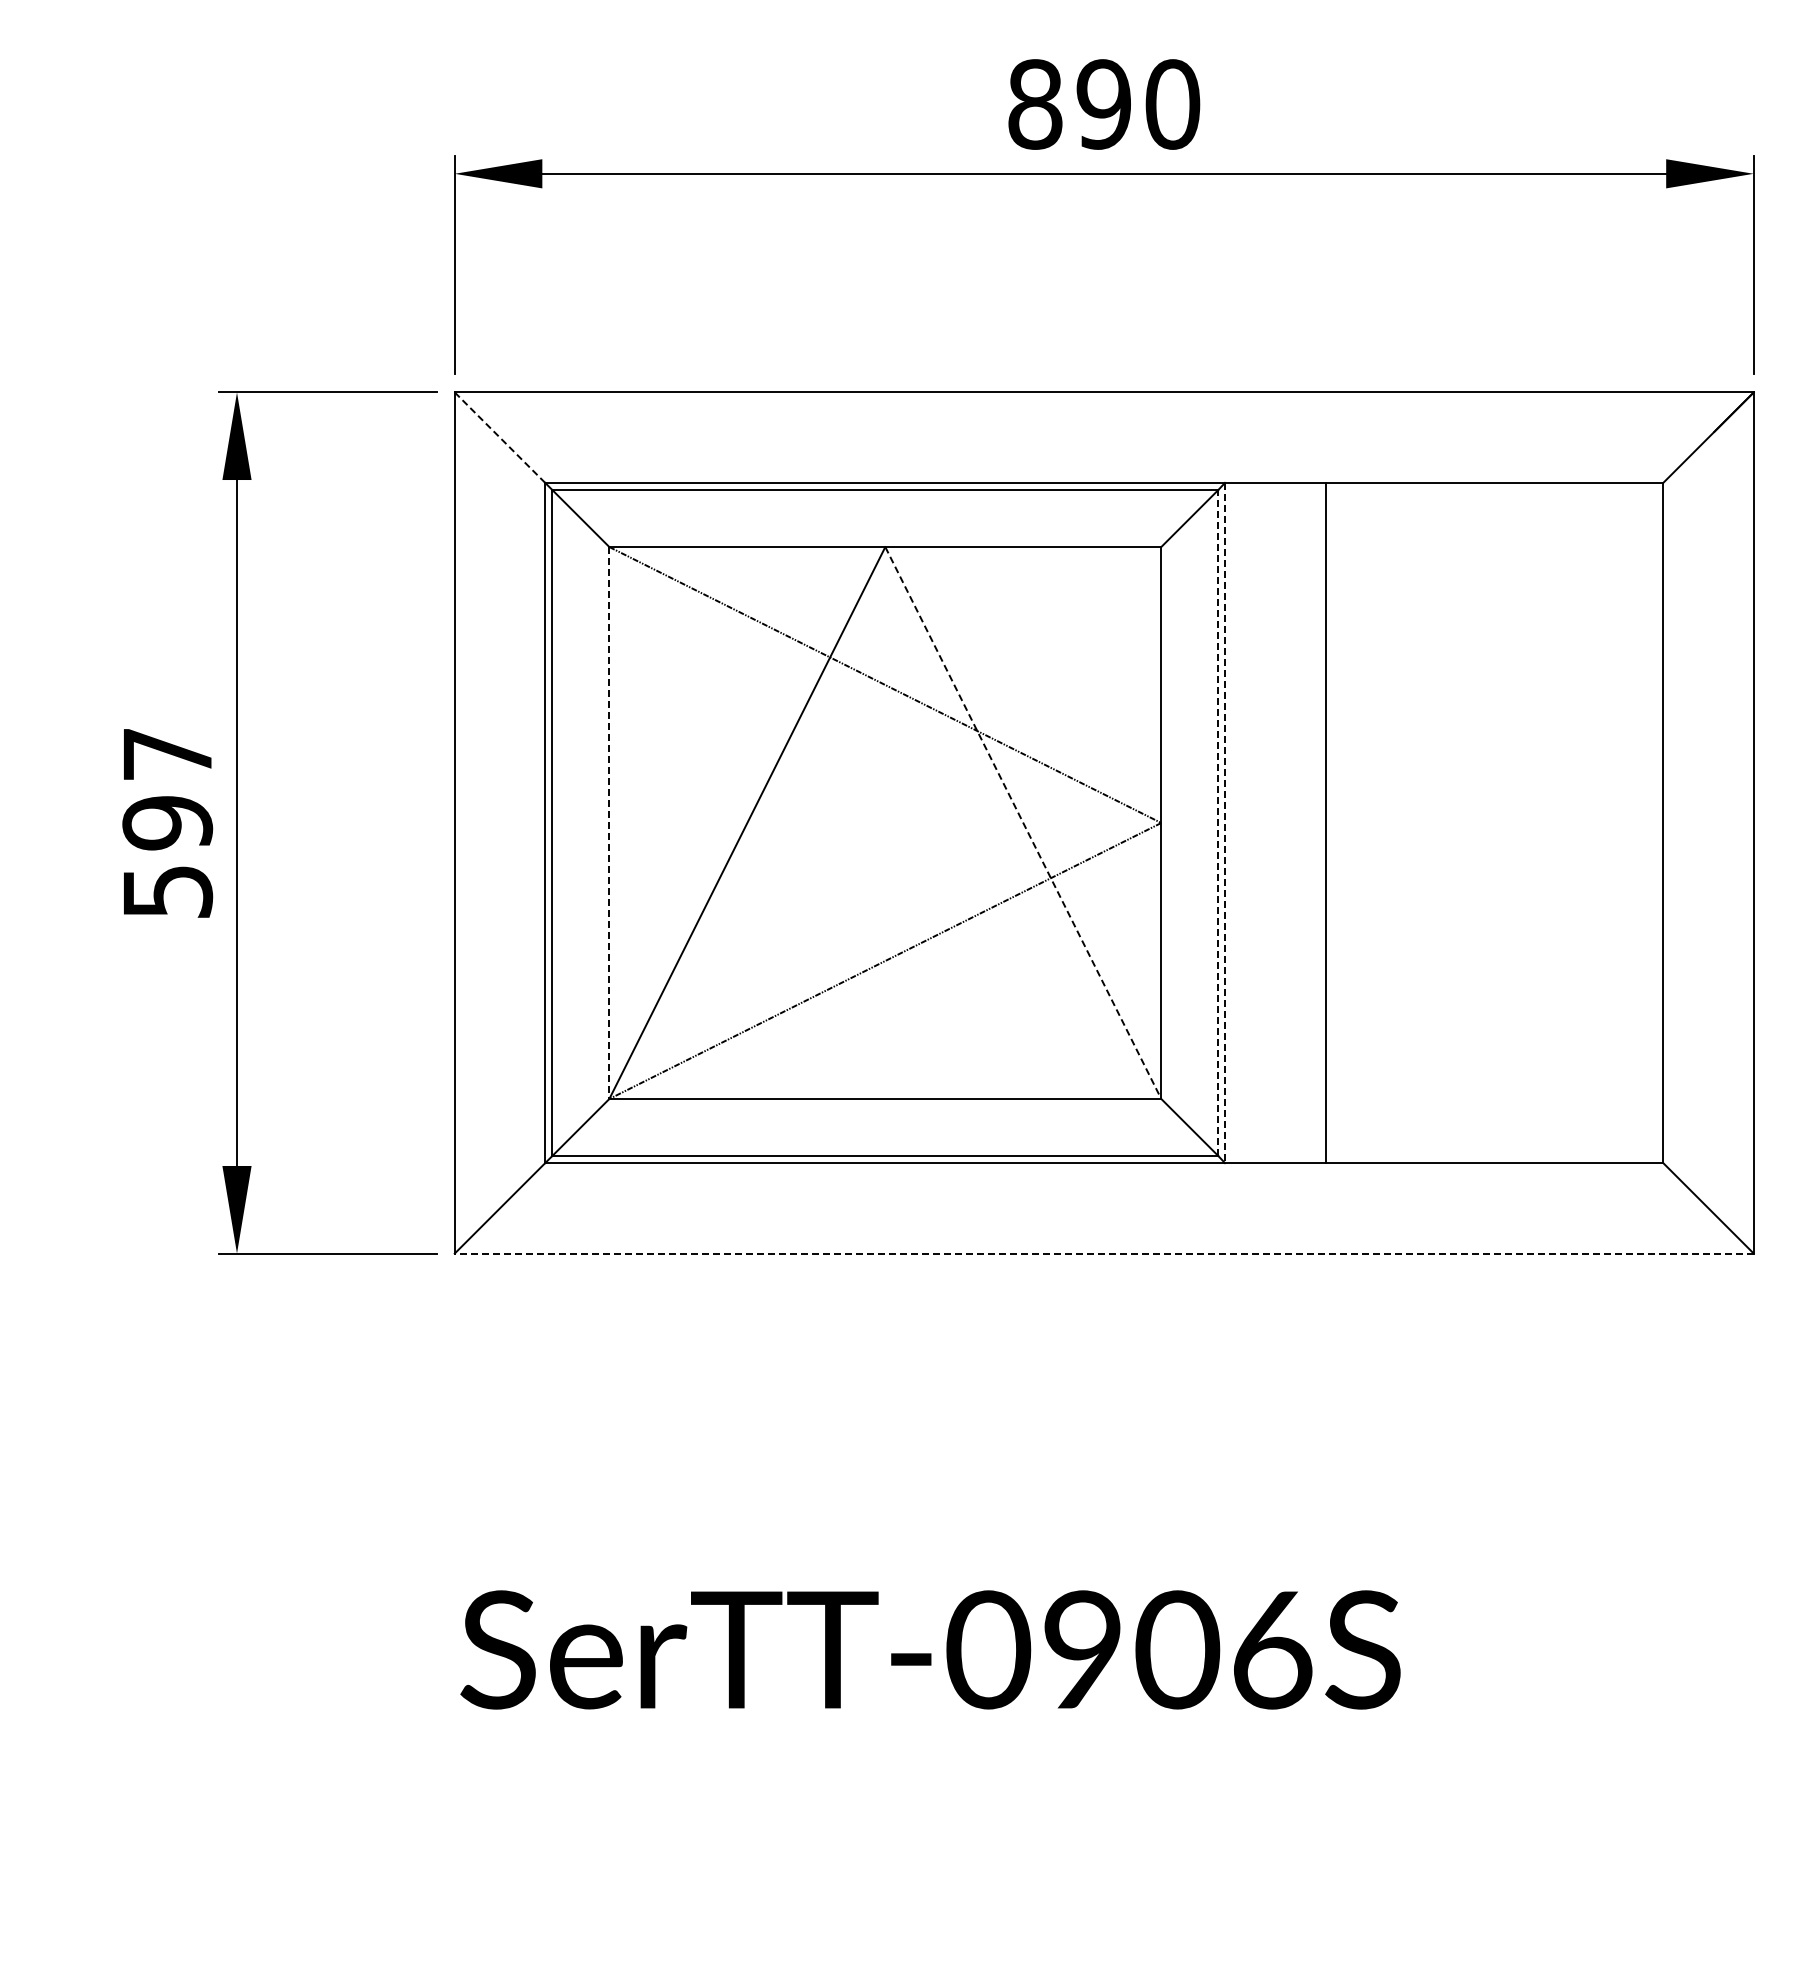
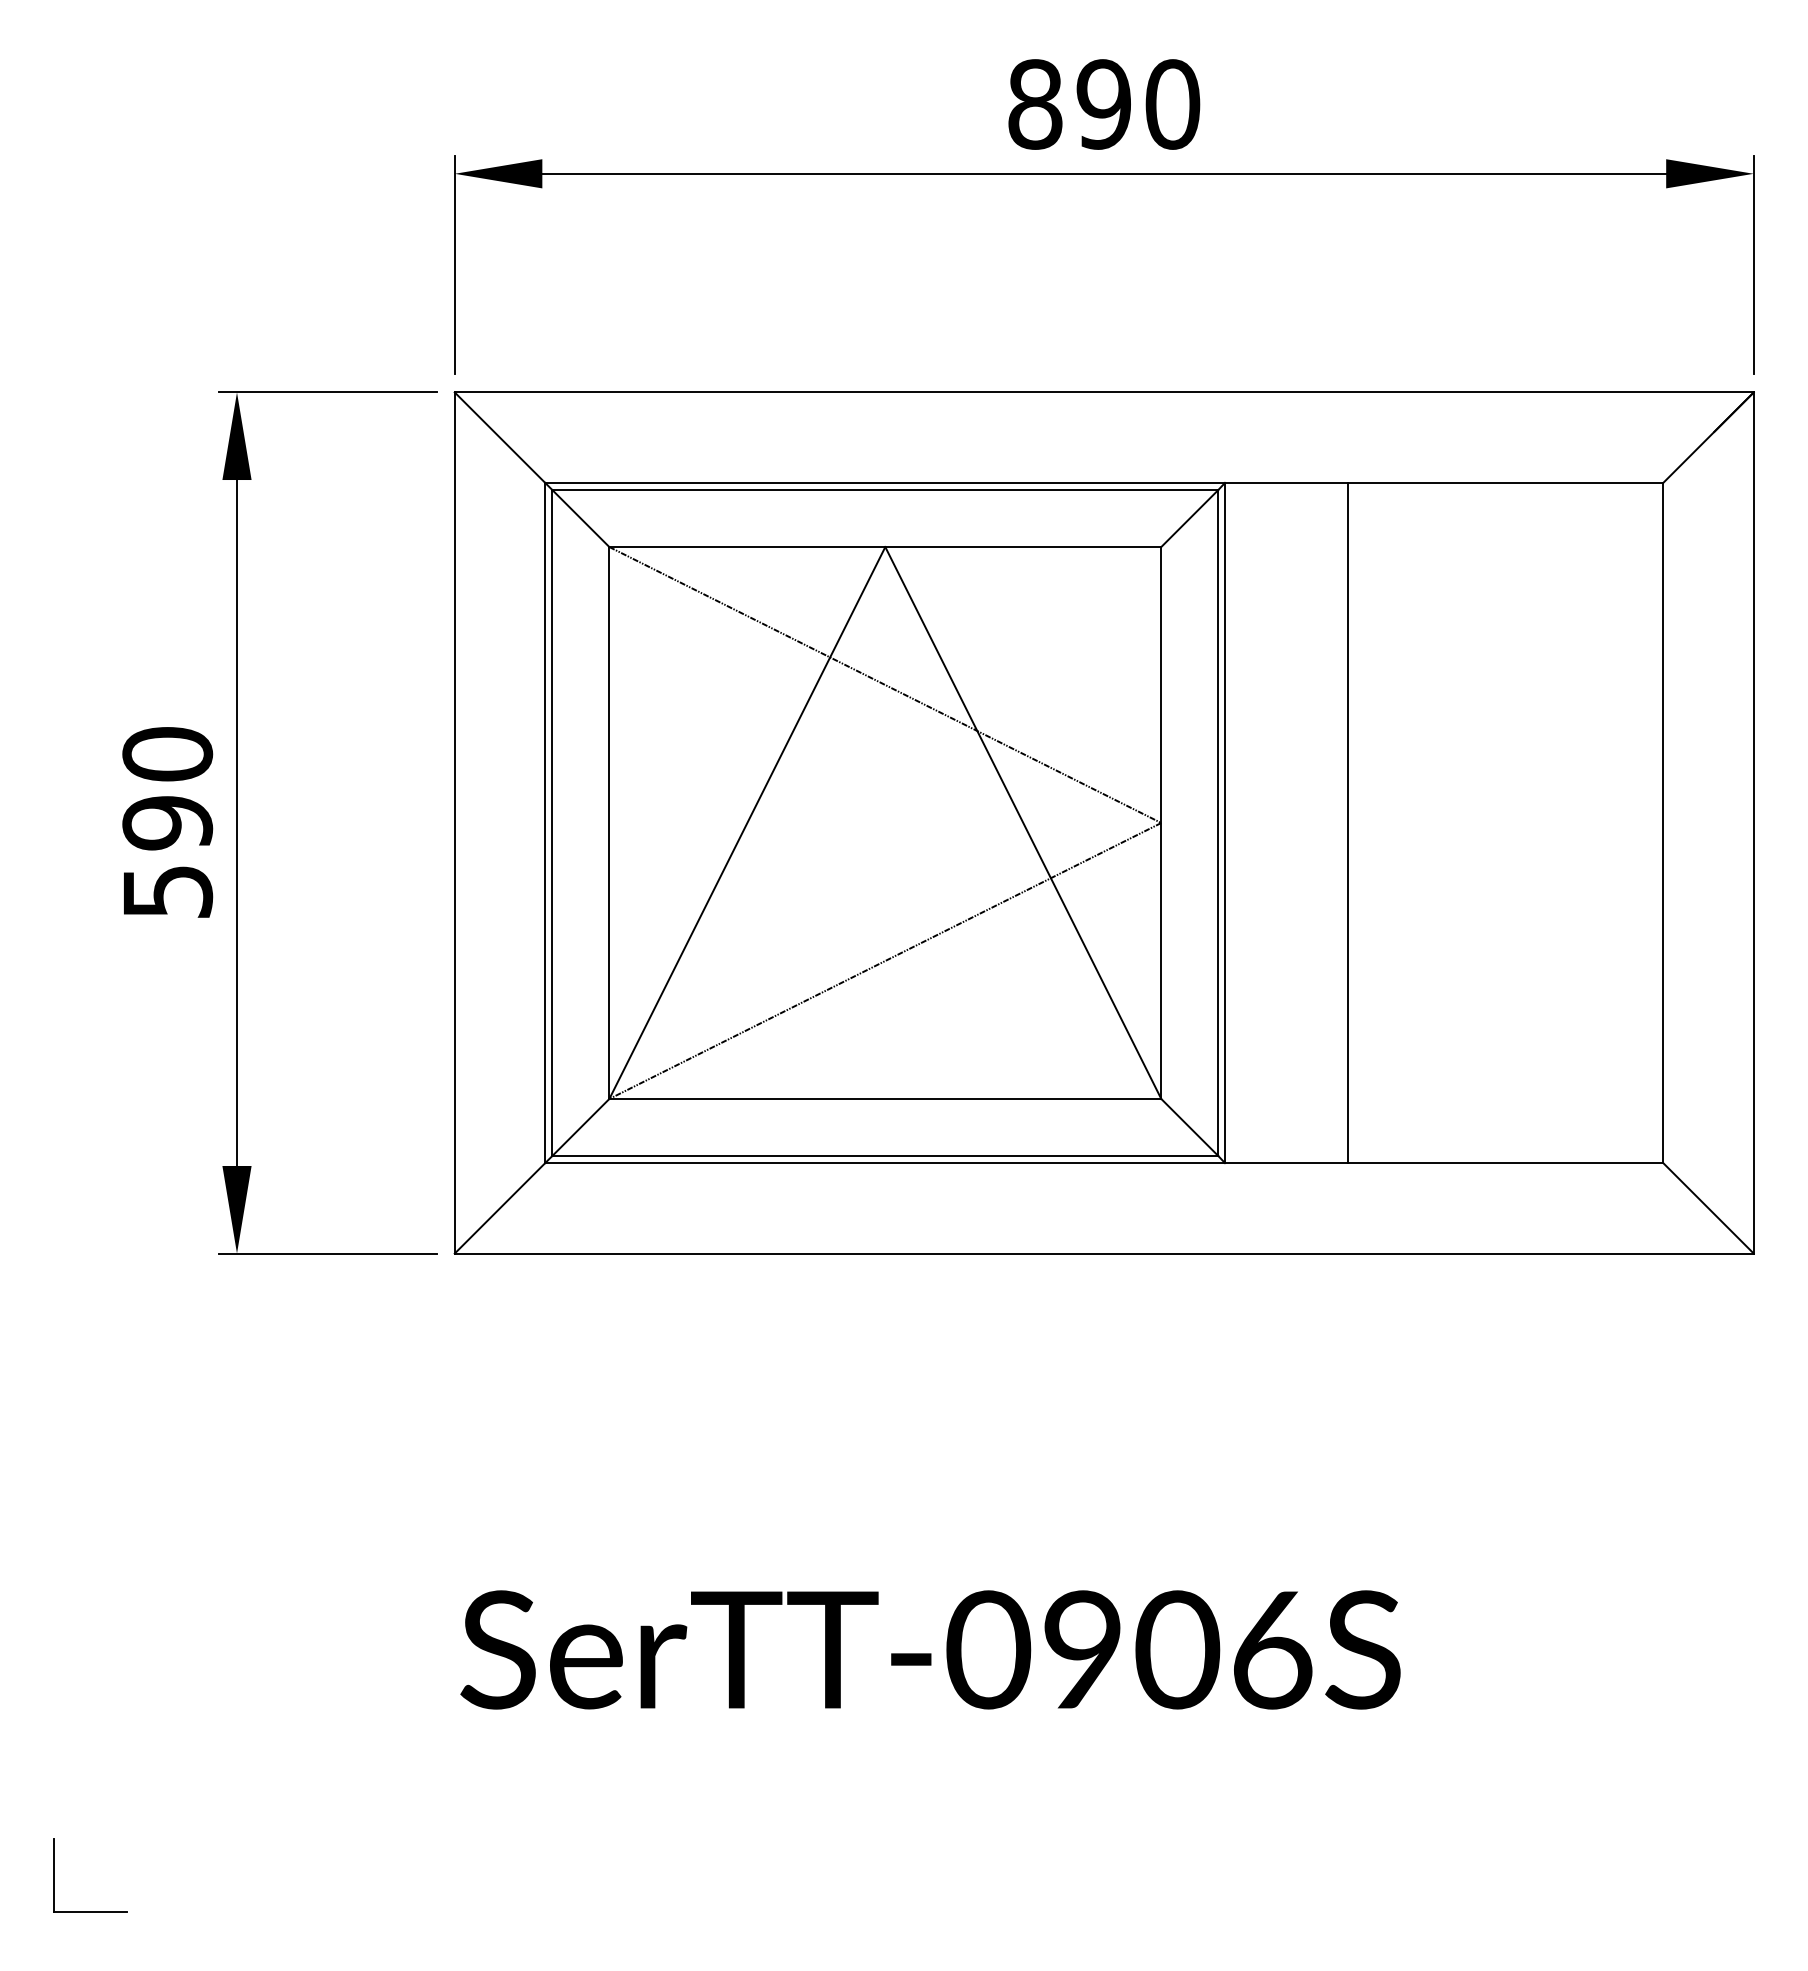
line at (500, 437): dashed -> solid
text at (167, 754): 597 -> 590
line at (1325, 822) position: (1325, 822) -> (1347, 822)
line at (609, 823): dashed -> solid
line at (1023, 823): dashed -> solid
line at (1218, 823): dashed -> solid
line at (1224, 823): dashed -> solid
line at (1103, 1253): dashed -> solid
part at (54, 1875): none -> present
